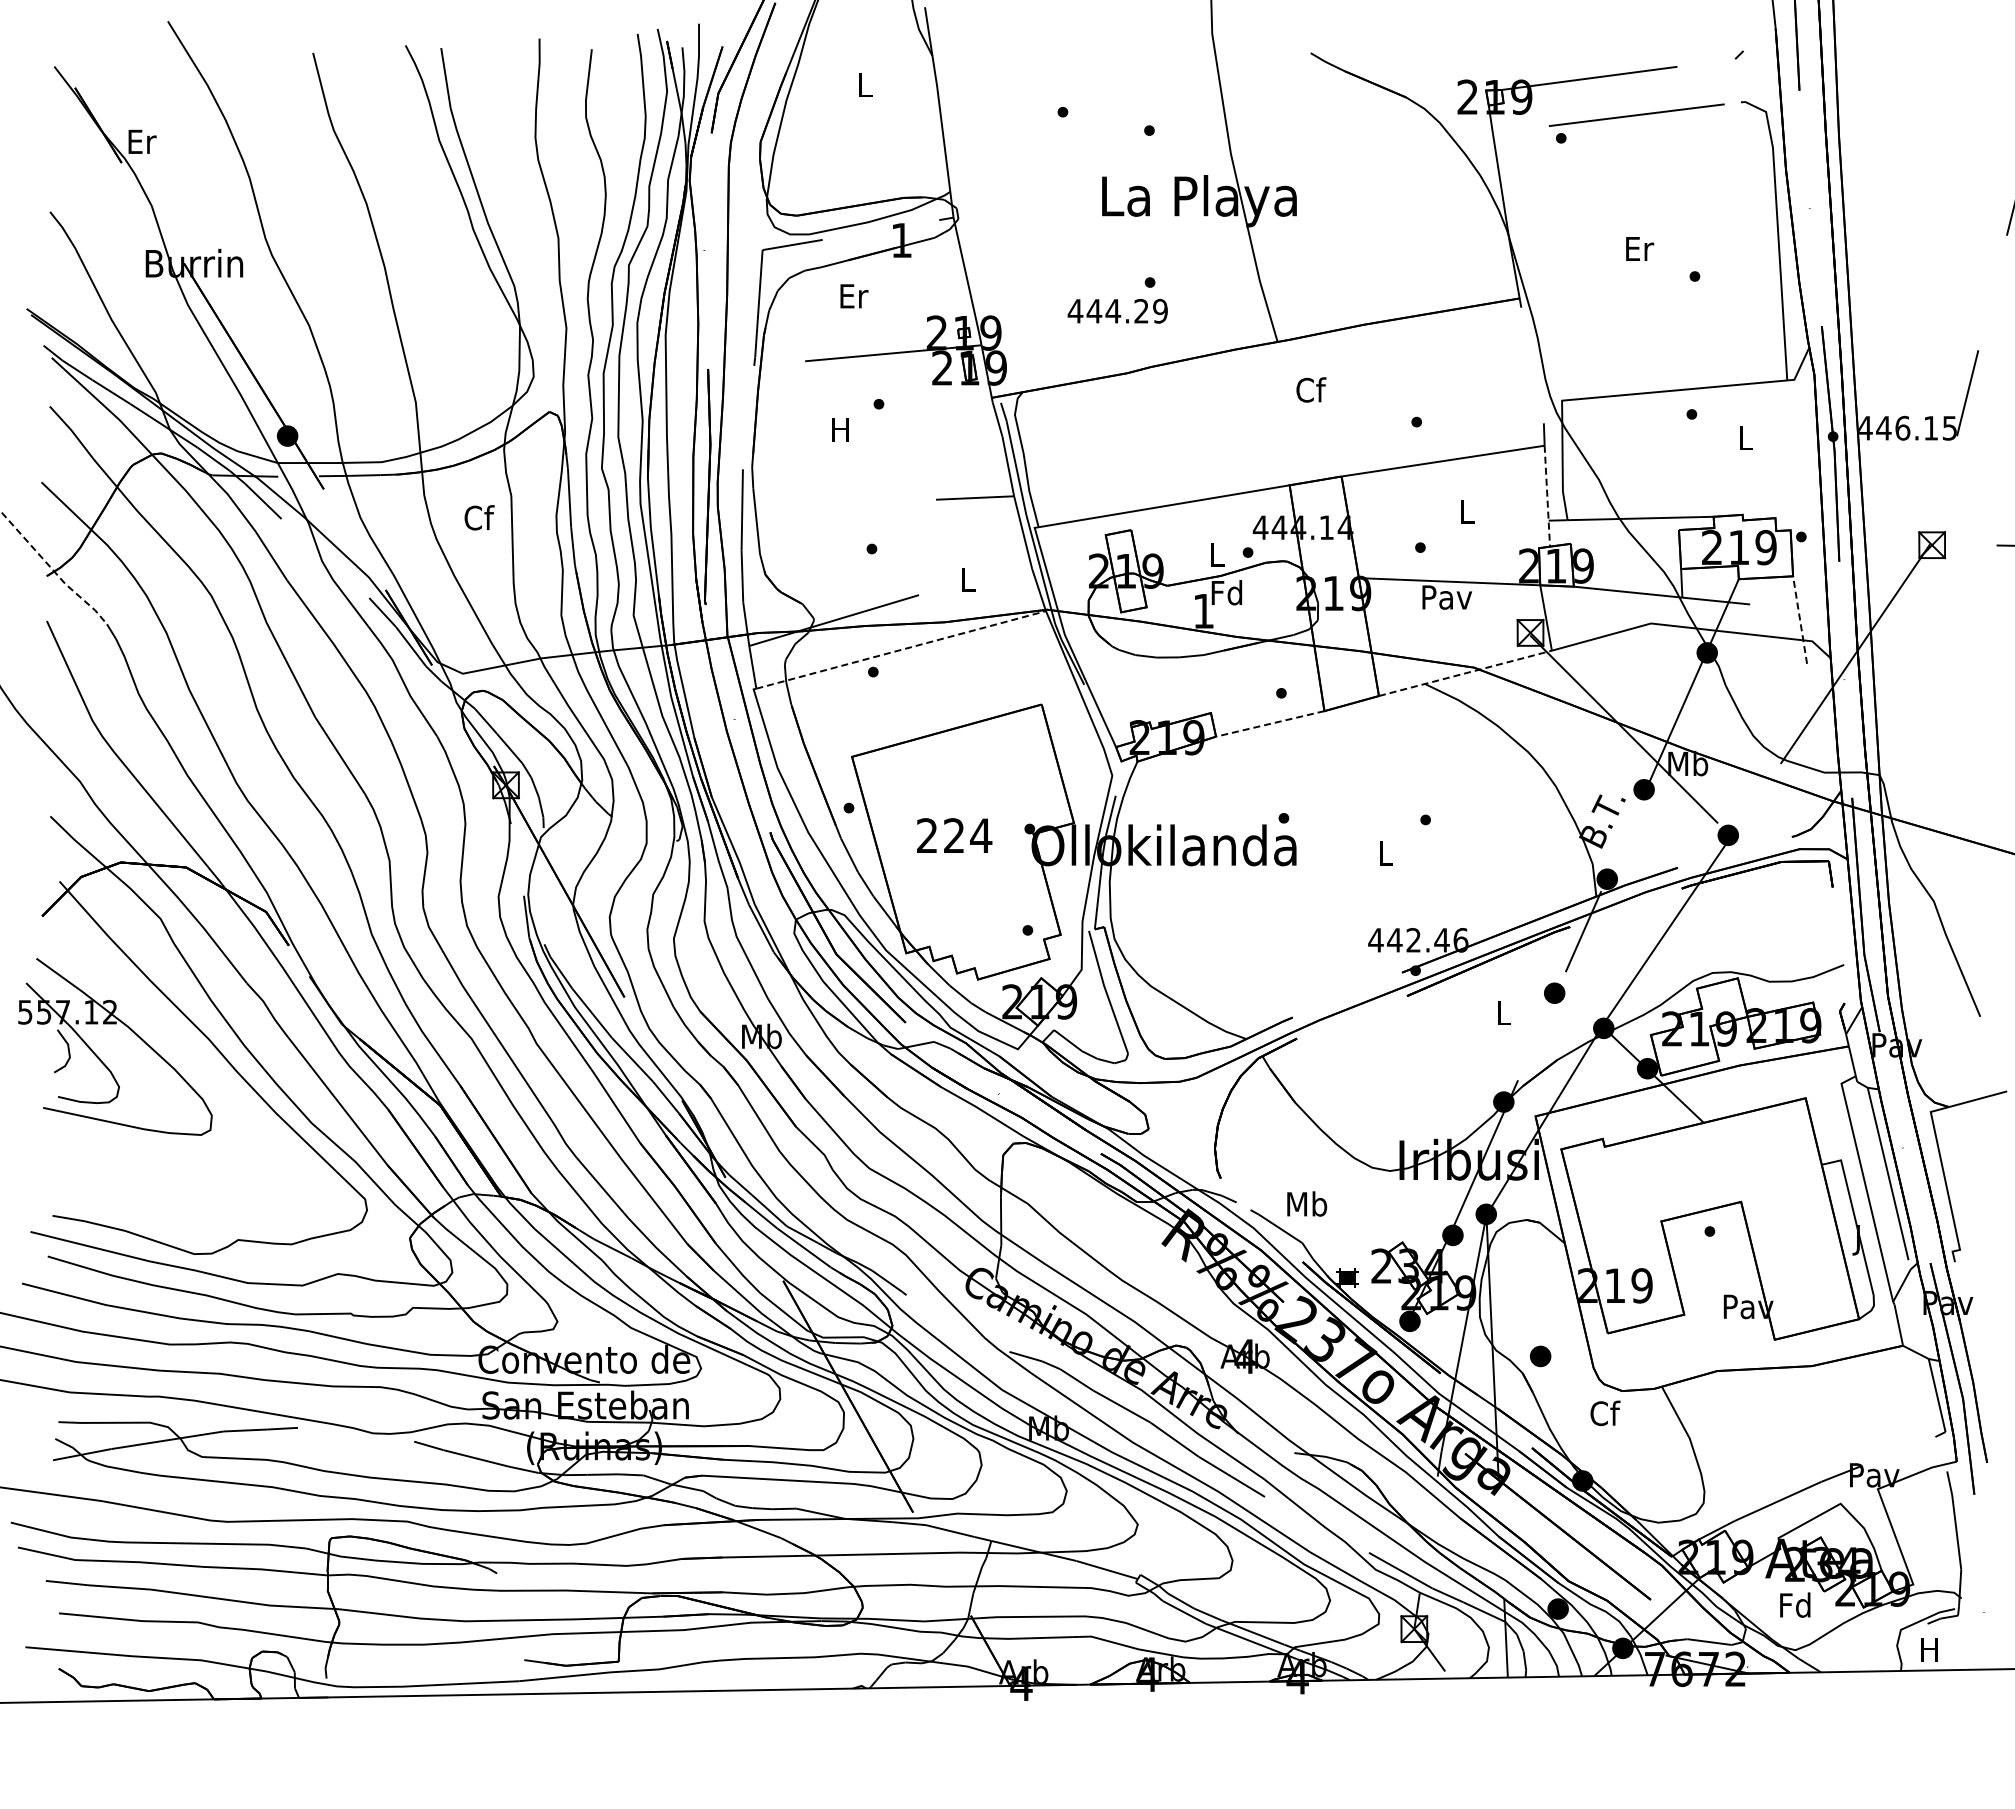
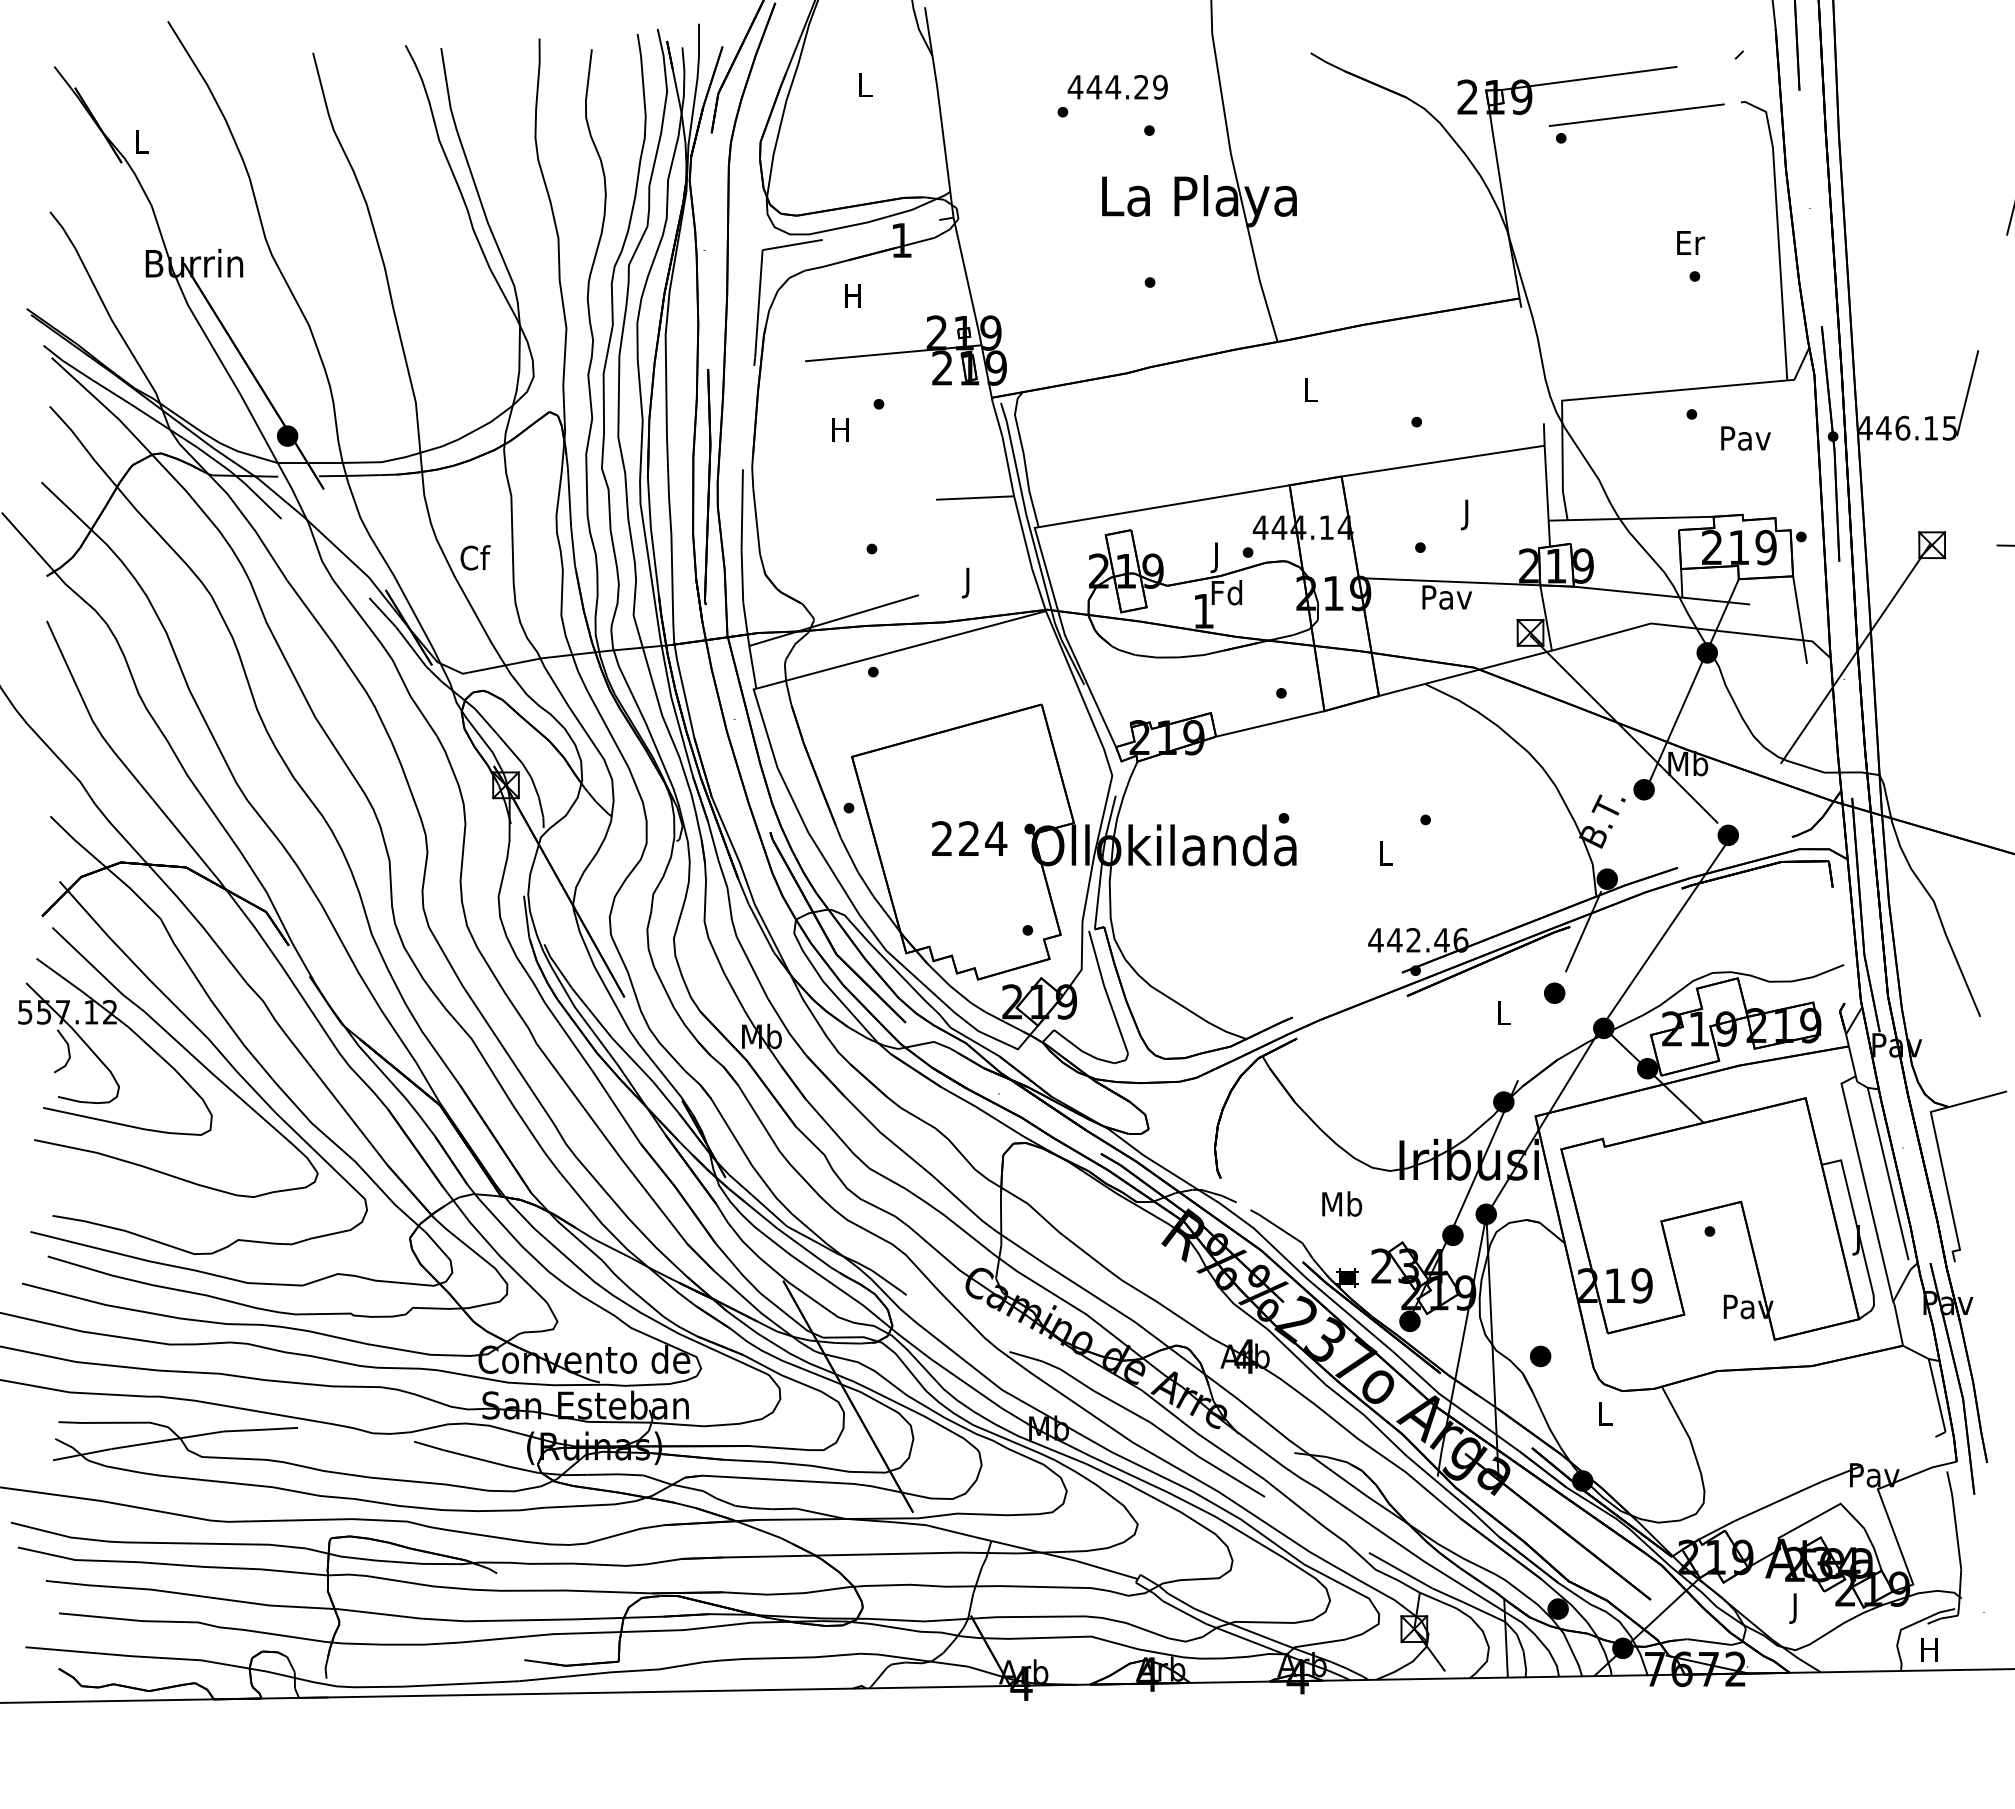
text at (142, 141): Er -> L
text at (1640, 248) position: (1640, 248) -> (1691, 242)
text at (854, 296): Er -> H
text at (1117, 311) position: (1117, 311) -> (1117, 87)
text at (1311, 389): Cf -> L
text at (1745, 438): L -> Pav
line at (1547, 496): dashed -> solid
text at (1467, 514): L -> J
text at (479, 517) position: (479, 517) -> (475, 557)
text at (1217, 557): L -> J
line at (54, 571): dashed -> solid
text at (968, 582): L -> J
line at (1800, 619): dashed -> solid
line at (901, 649): dashed -> solid
line at (1465, 673): dashed -> solid
line at (1270, 723): dashed -> solid
text at (954, 835) position: (954, 835) -> (969, 838)
curve at (186, 1051): none -> present
text at (1307, 1203) position: (1307, 1203) -> (1342, 1203)
text at (1605, 1413): Cf -> L
text at (1795, 1607): Fd -> J
